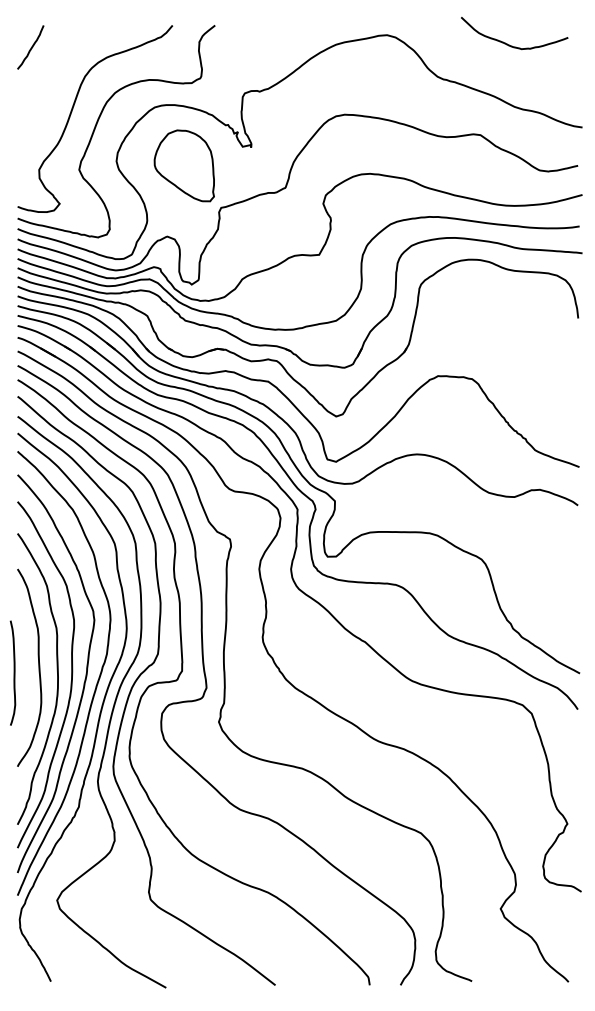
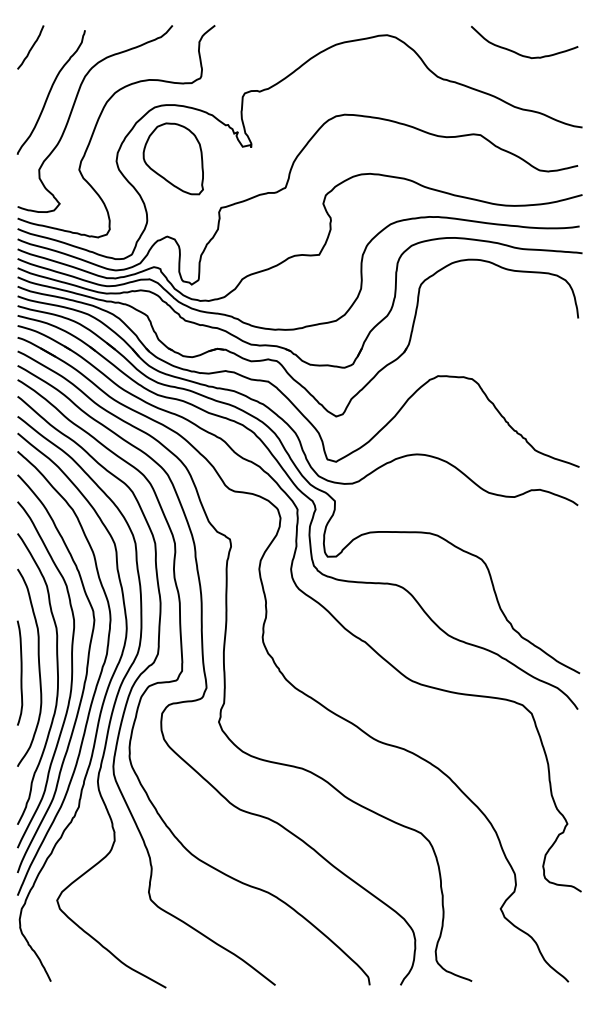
curve at (509, 44) position: (509, 44) -> (519, 53)
curve at (50, 92): none -> present
part at (183, 165) position: (183, 165) -> (172, 158)
curve at (13, 672) position: (13, 672) -> (20, 672)
